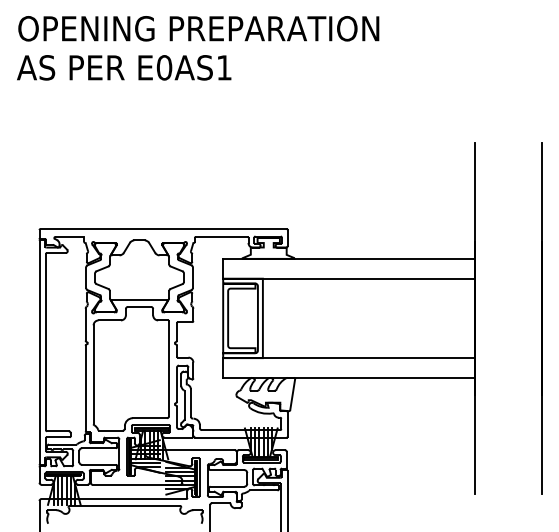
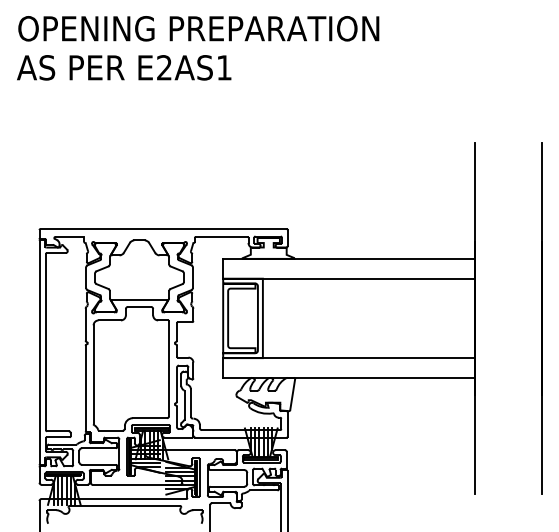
text at (164, 67): E0AS1 -> E2AS1
